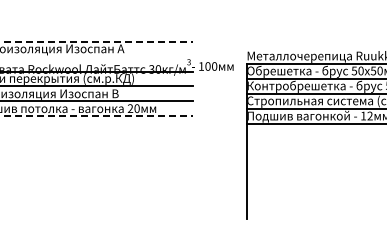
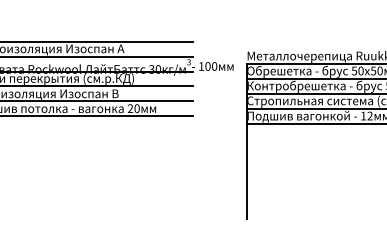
line at (97, 41): dashed -> solid
line at (97, 56): none -> present
line at (97, 116): dashed -> solid
